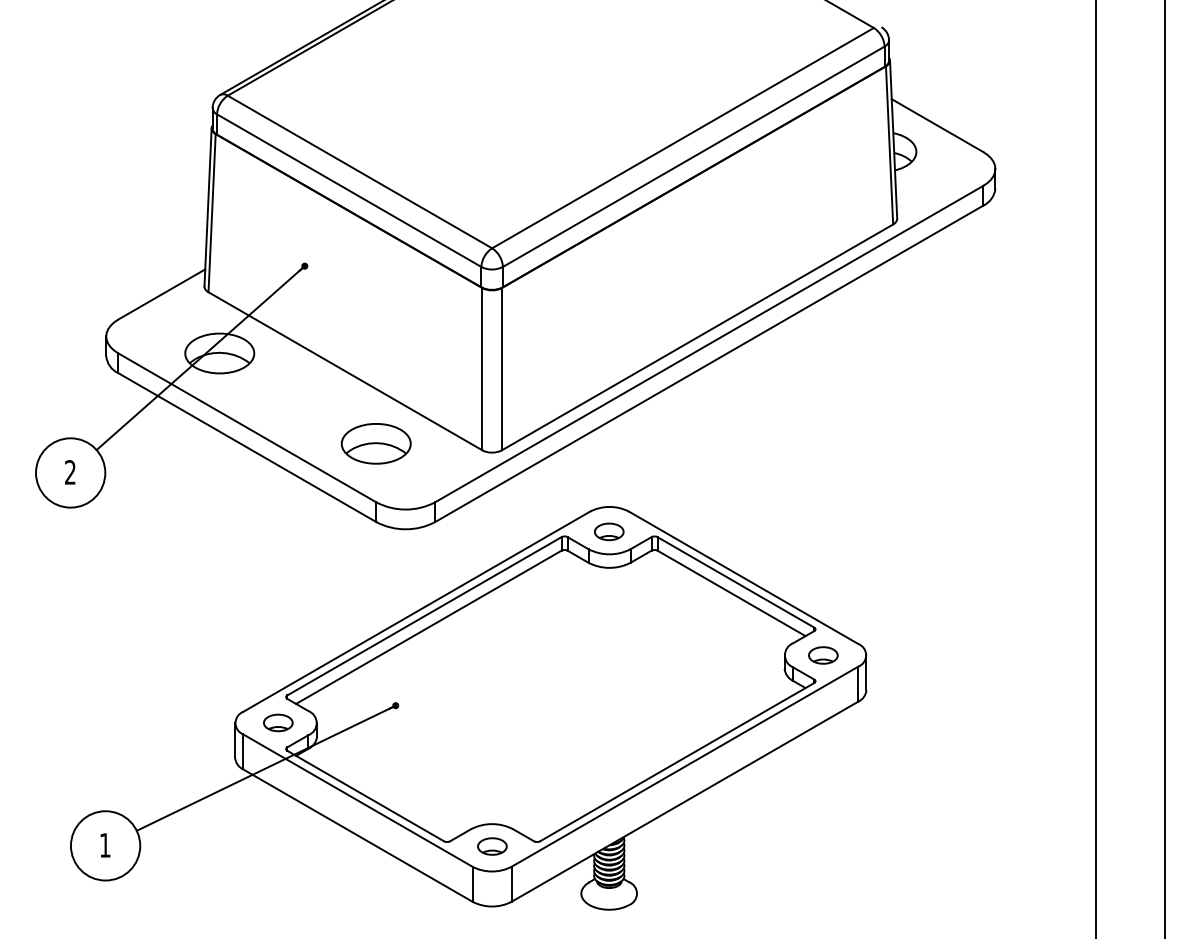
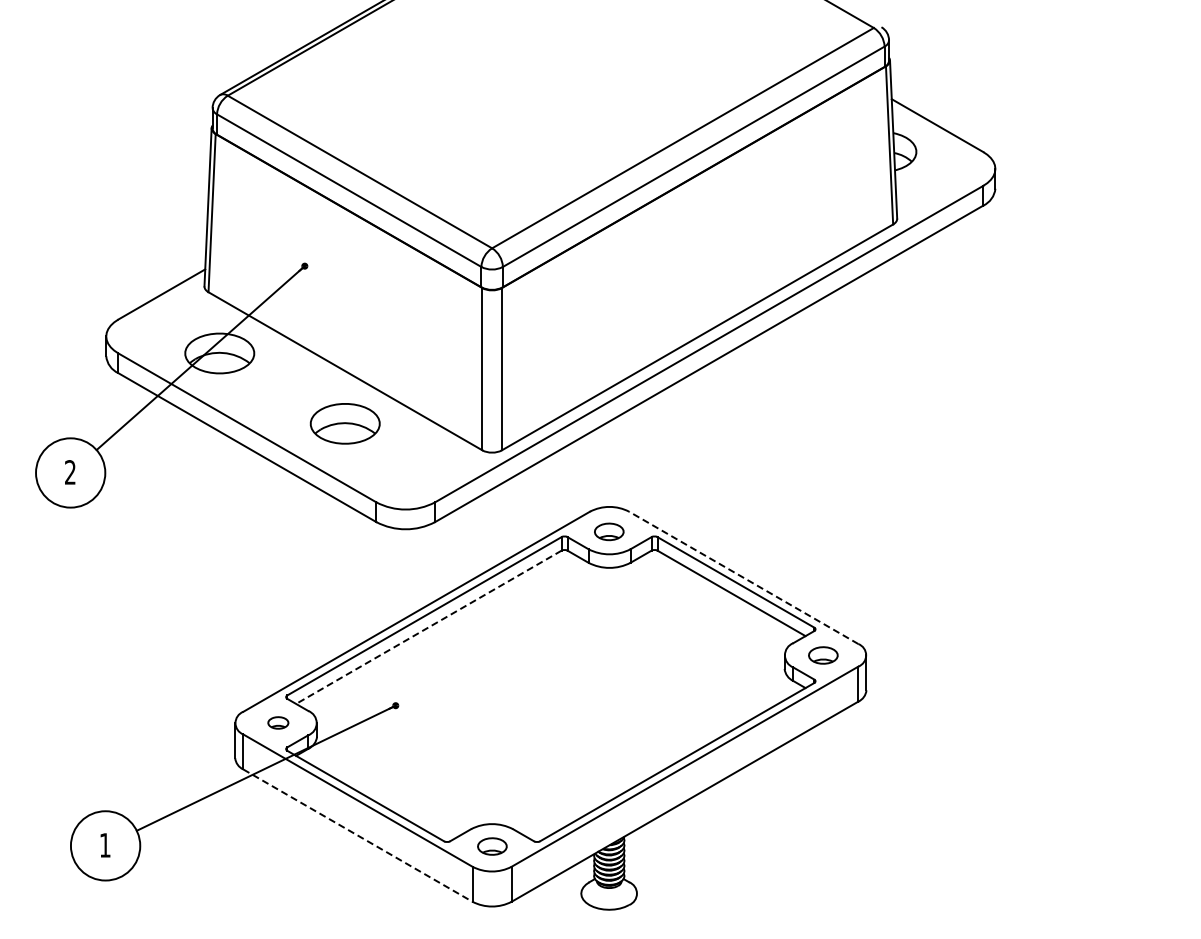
part at (375, 443) position: (375, 443) -> (344, 423)
line at (1095, 468): present -> none
line at (1164, 468): present -> none
line at (743, 577): solid -> dashed
line at (428, 627): solid -> dashed
part at (278, 722) size: 31x20 px -> 23x14 px
line at (358, 835): solid -> dashed
